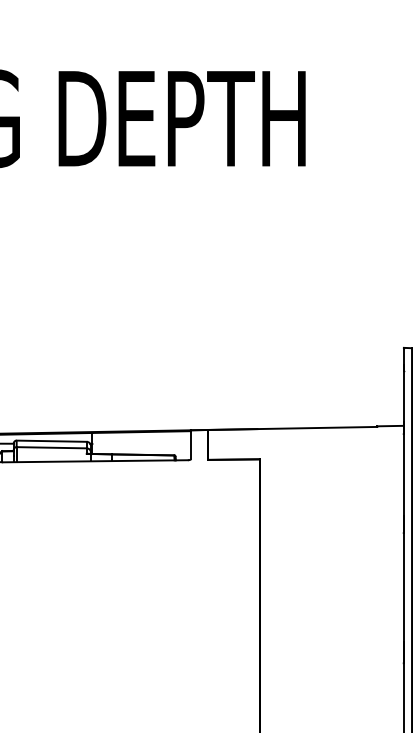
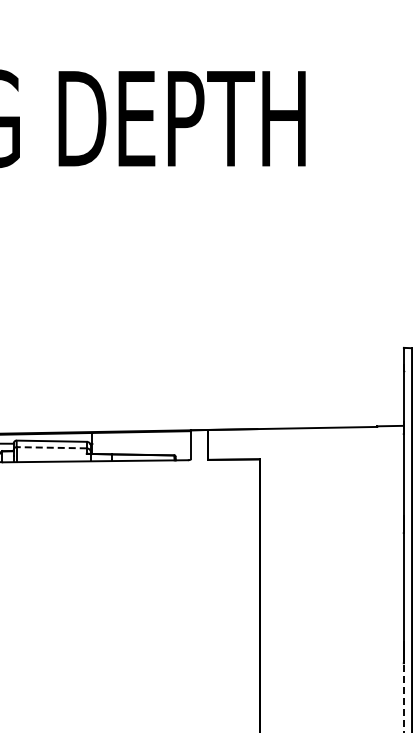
line at (51, 447): solid -> dashed
line at (403, 698): solid -> dashed
